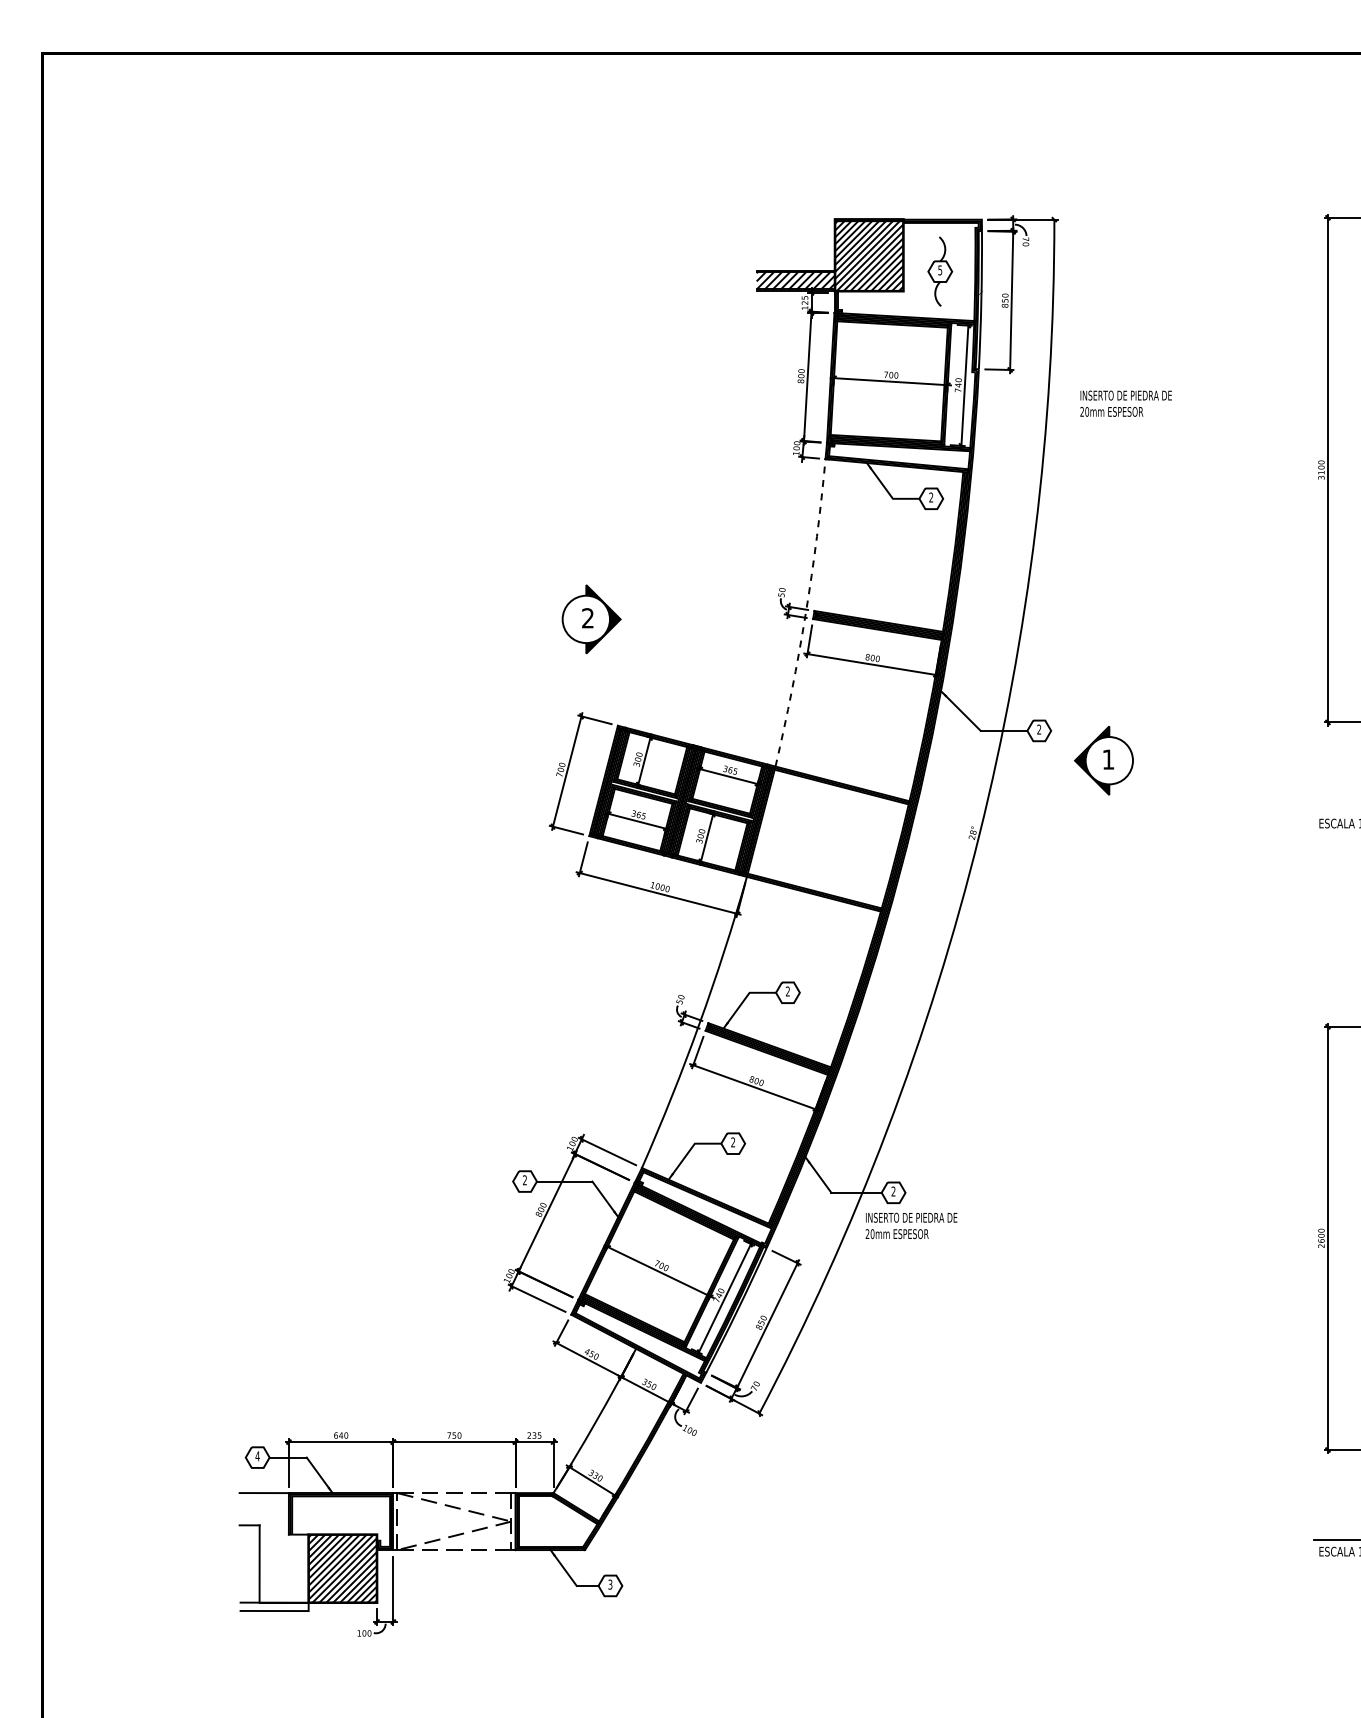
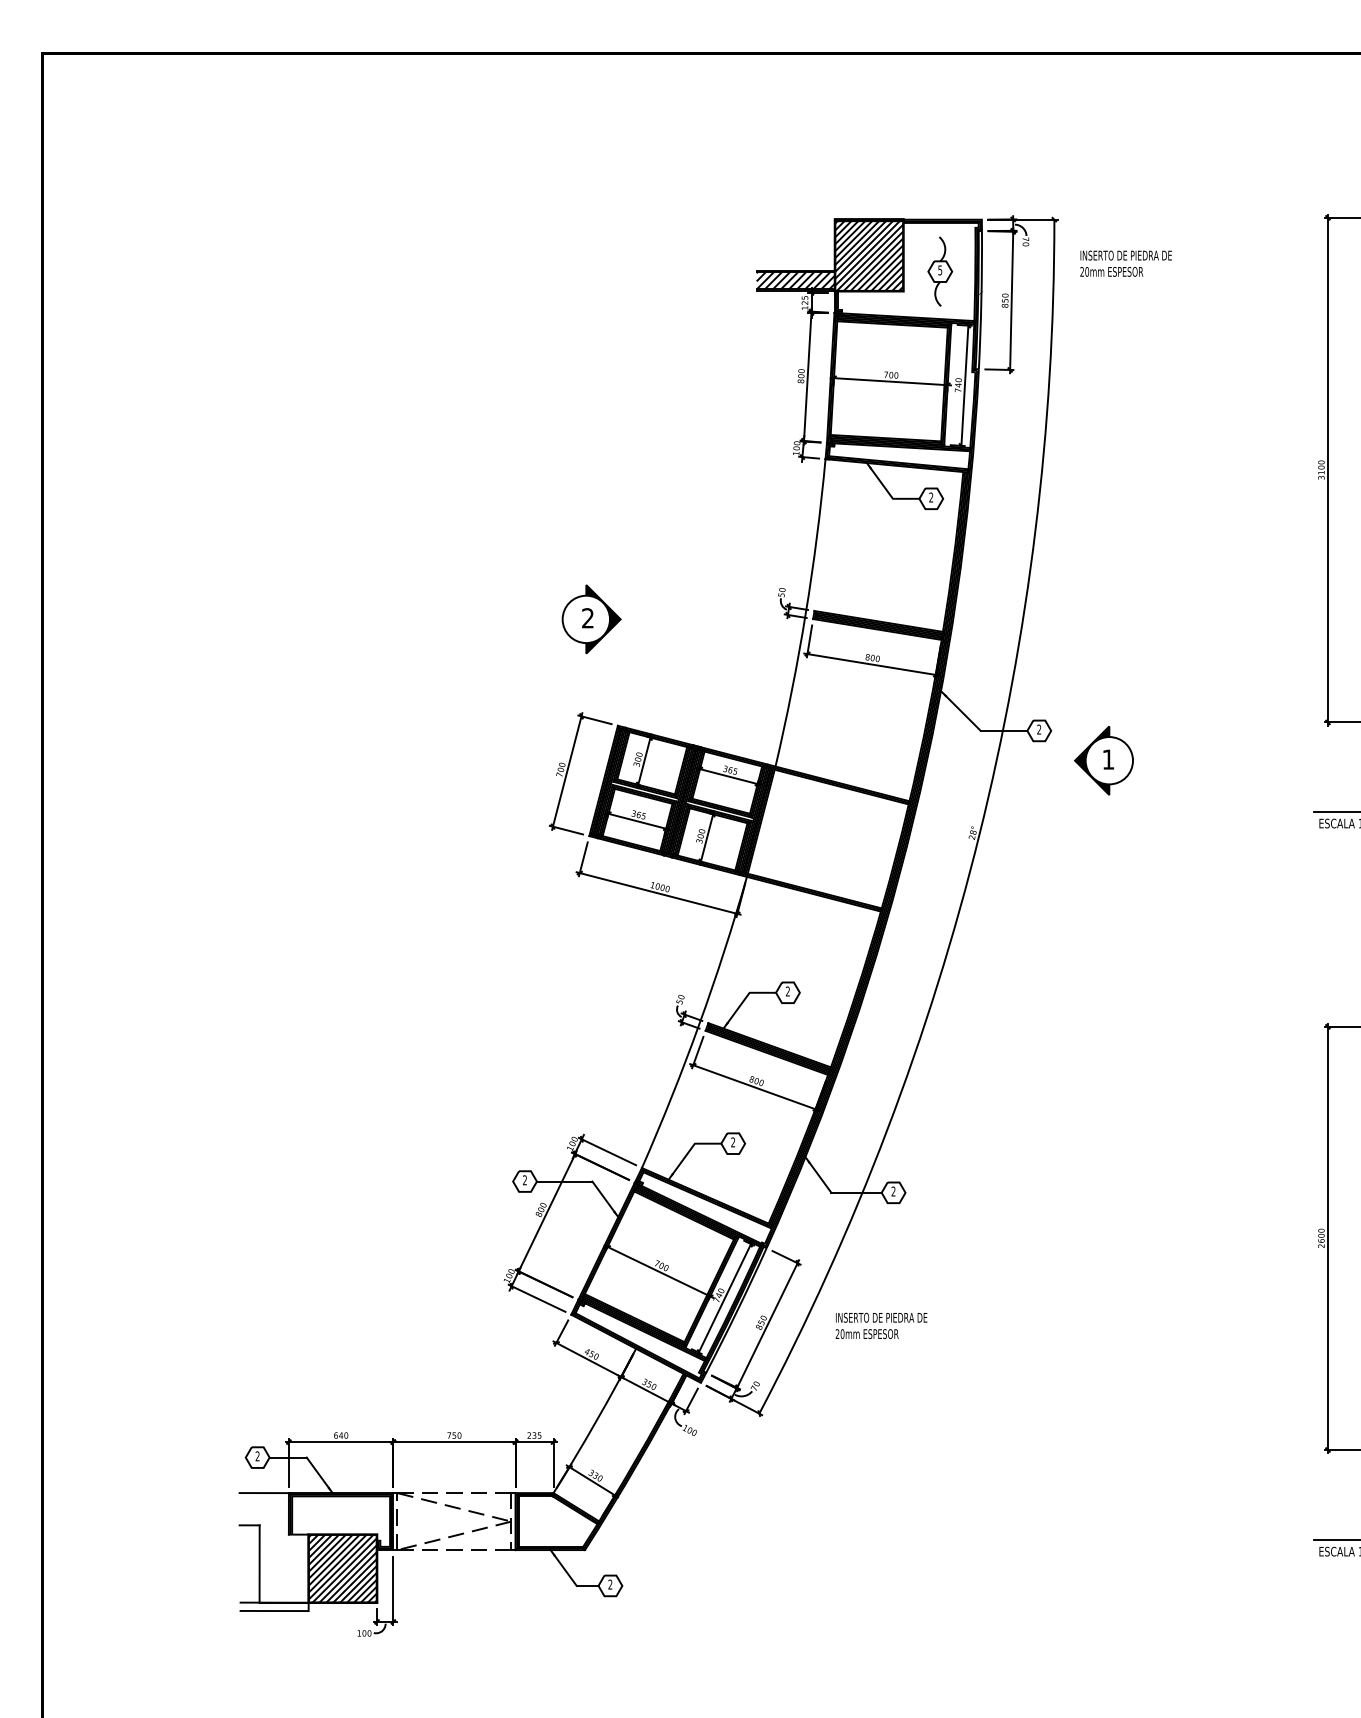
text at (1125, 403) position: (1125, 403) -> (1125, 263)
arc at (805, 613): dashed -> solid
line at (1335, 811): none -> present
text at (911, 1225) position: (911, 1225) -> (881, 1325)
text at (257, 1456): 4 -> 2
text at (610, 1584): 3 -> 2
